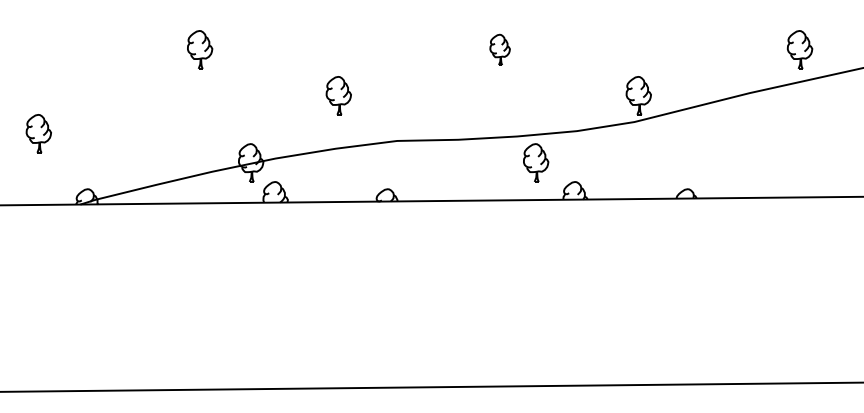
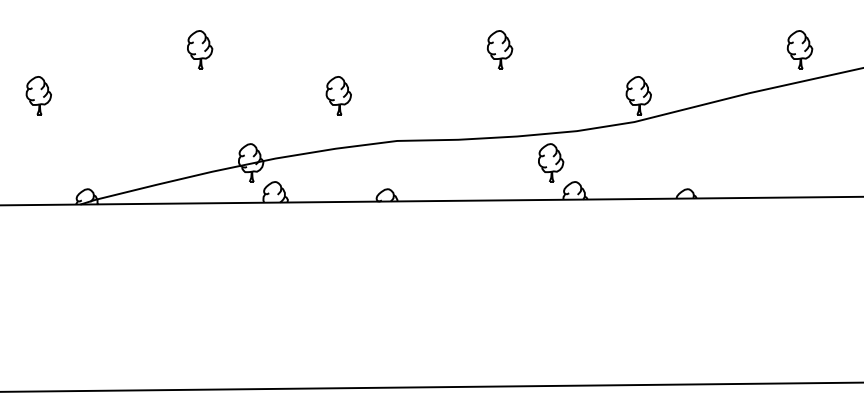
part at (499, 49) size: 22x33 px -> 27x40 px
part at (38, 133) position: (38, 133) -> (38, 95)
part at (536, 162) position: (536, 162) -> (551, 162)
